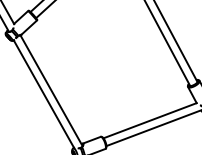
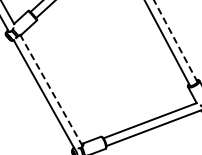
line at (175, 40): solid -> dashed
line at (51, 90): solid -> dashed
